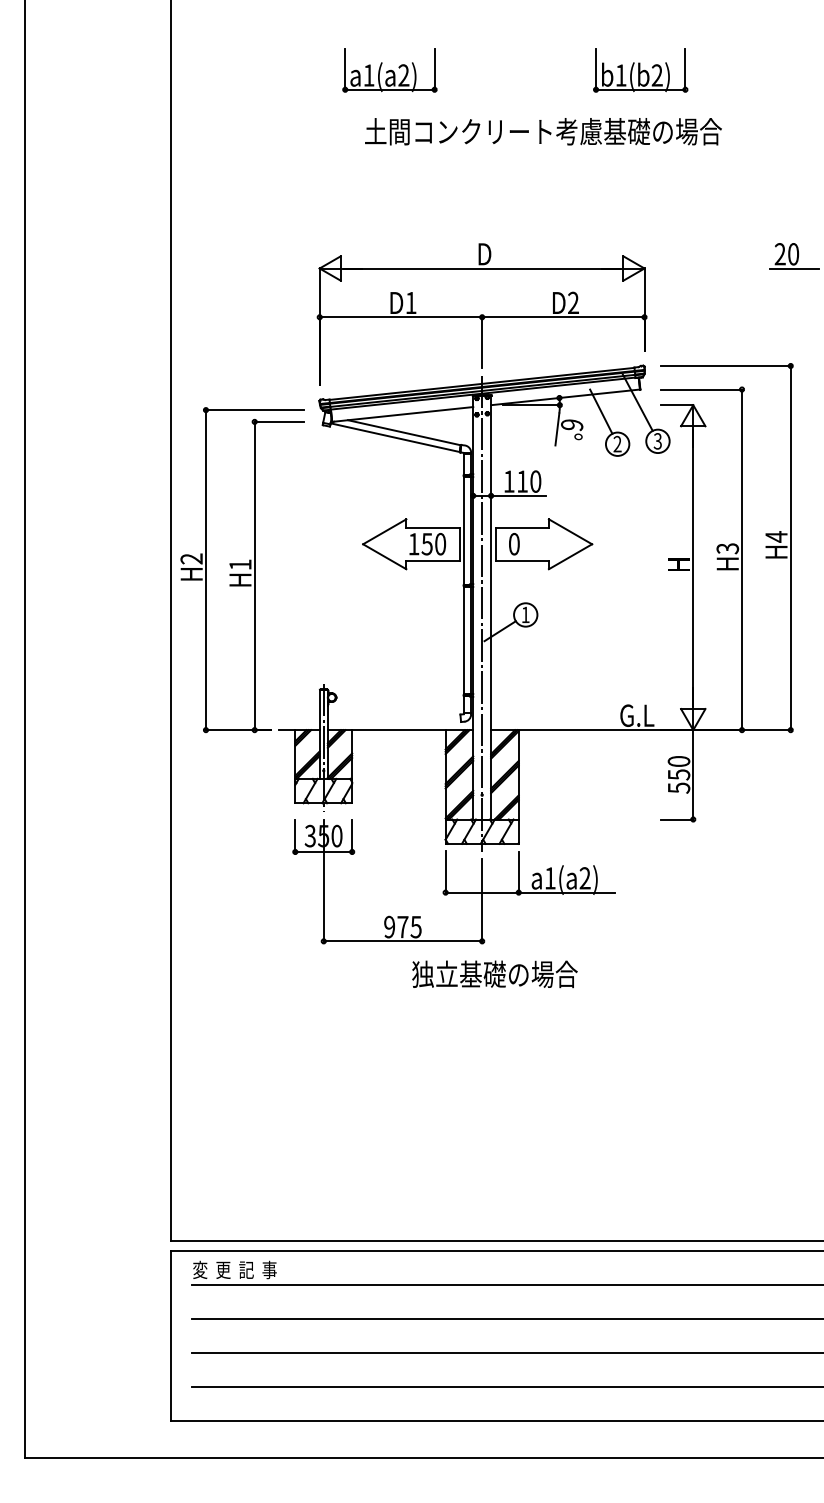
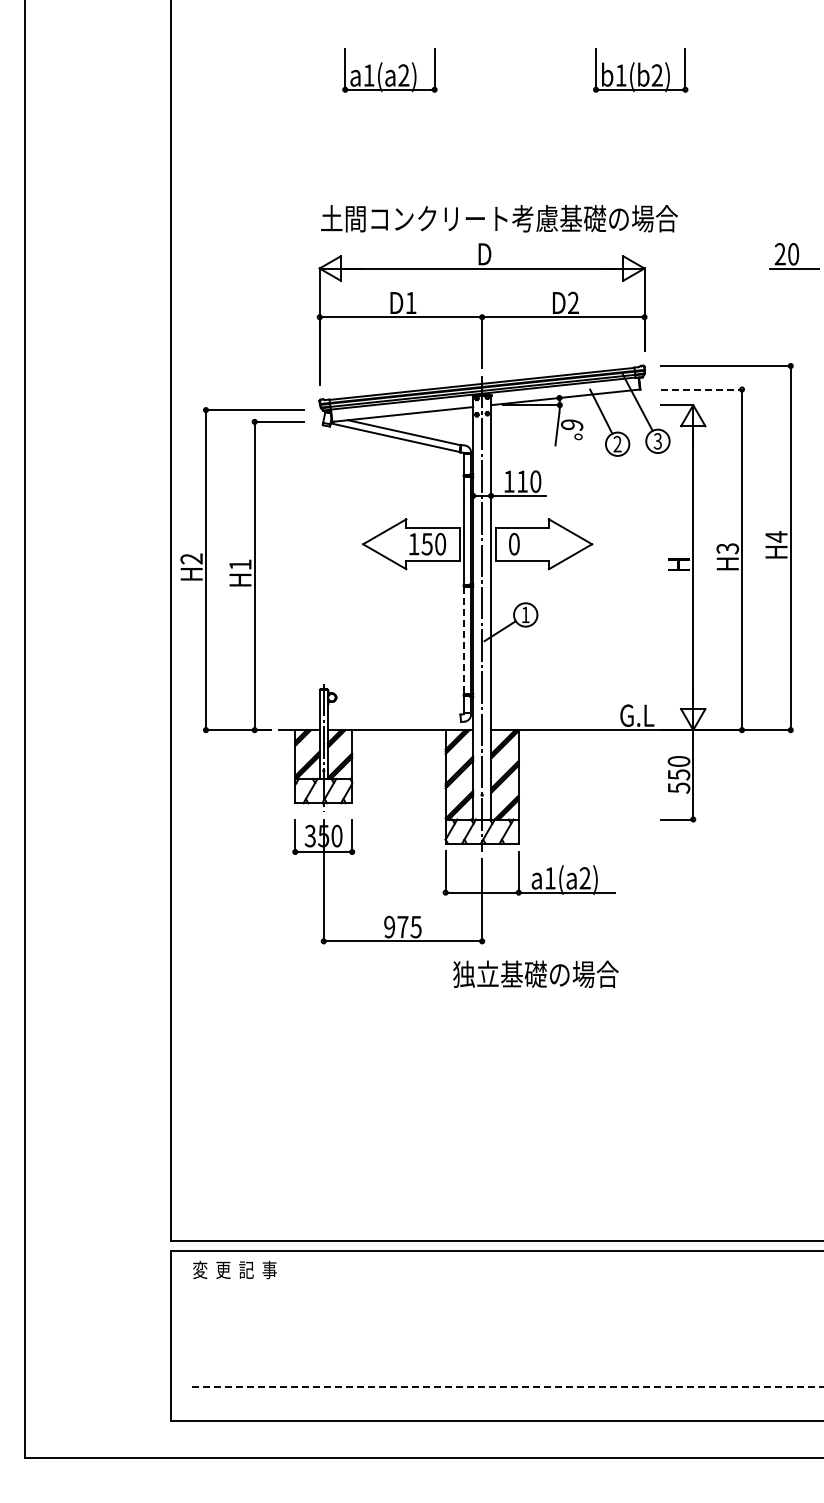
text at (543, 131) position: (543, 131) -> (499, 218)
line at (701, 389): solid -> dashed
line at (463, 640): solid -> dashed
text at (494, 974) position: (494, 974) -> (535, 974)
line at (505, 1284): present -> none
line at (505, 1318): present -> none
line at (505, 1353): present -> none
line at (507, 1387): solid -> dashed
